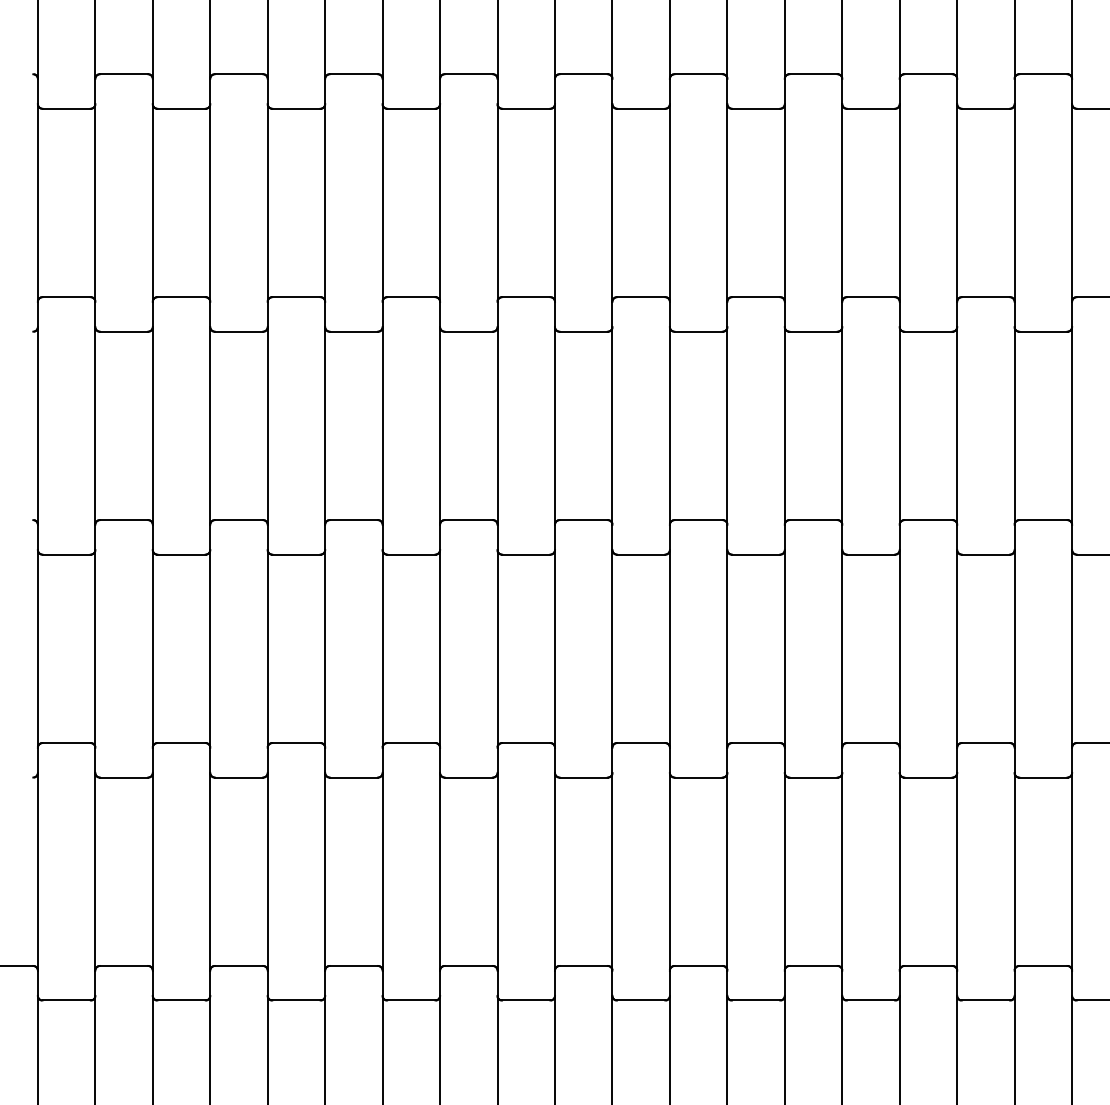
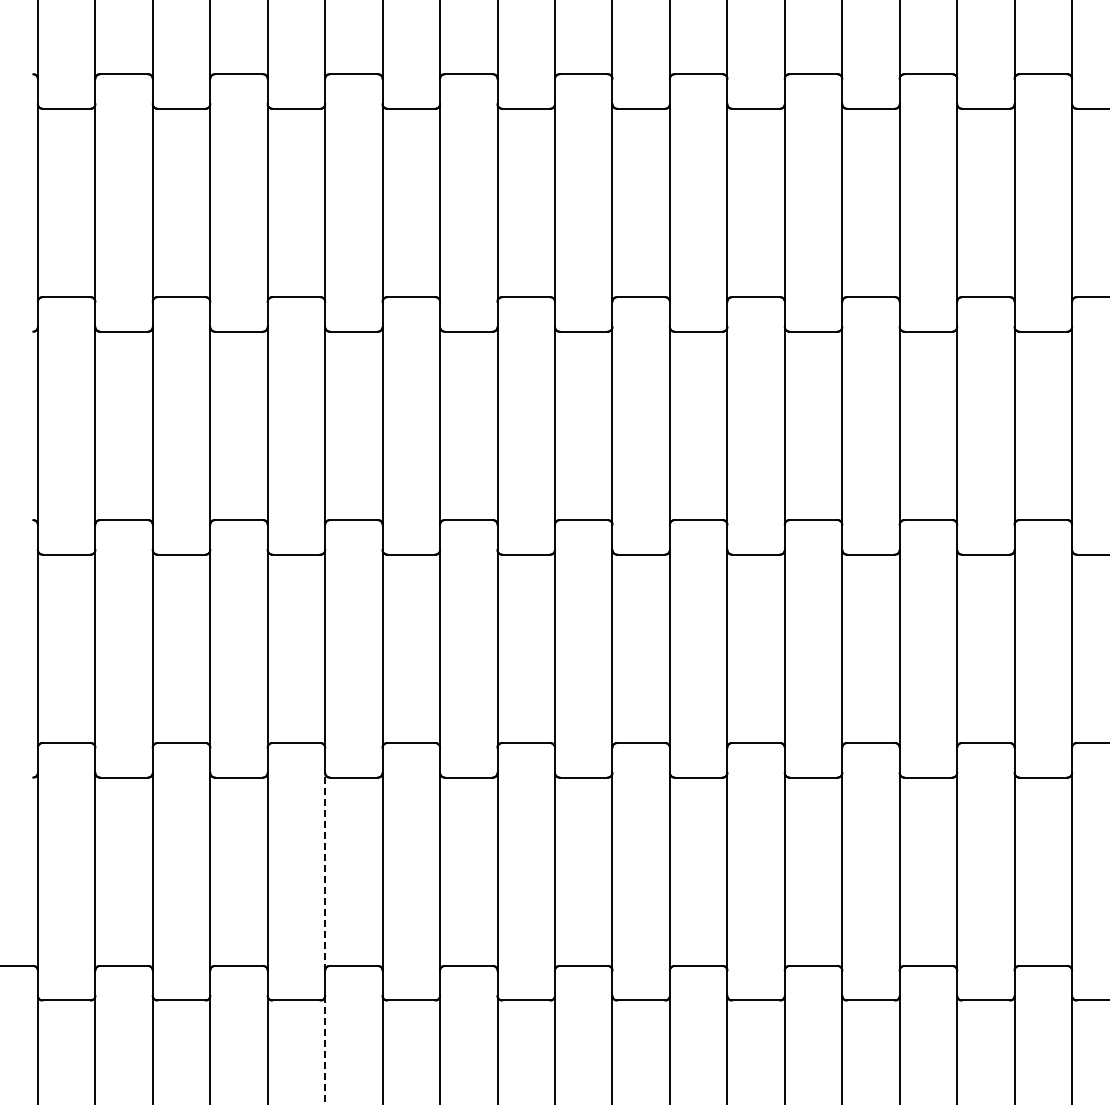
line at (325, 871): solid -> dashed
line at (325, 1050): solid -> dashed
